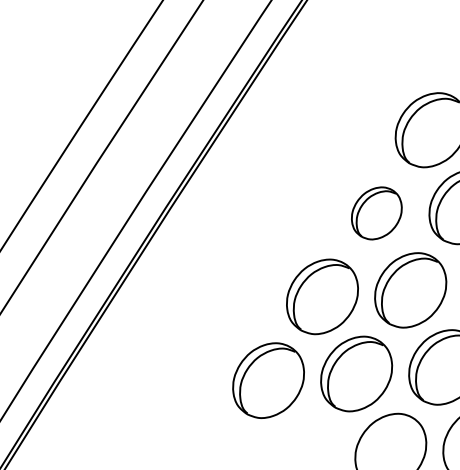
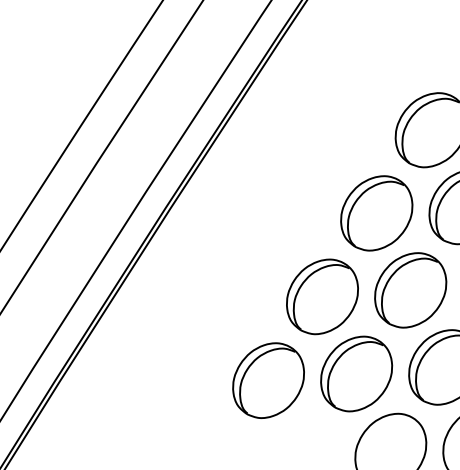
part at (376, 213) size: 52x55 px -> 74x77 px
